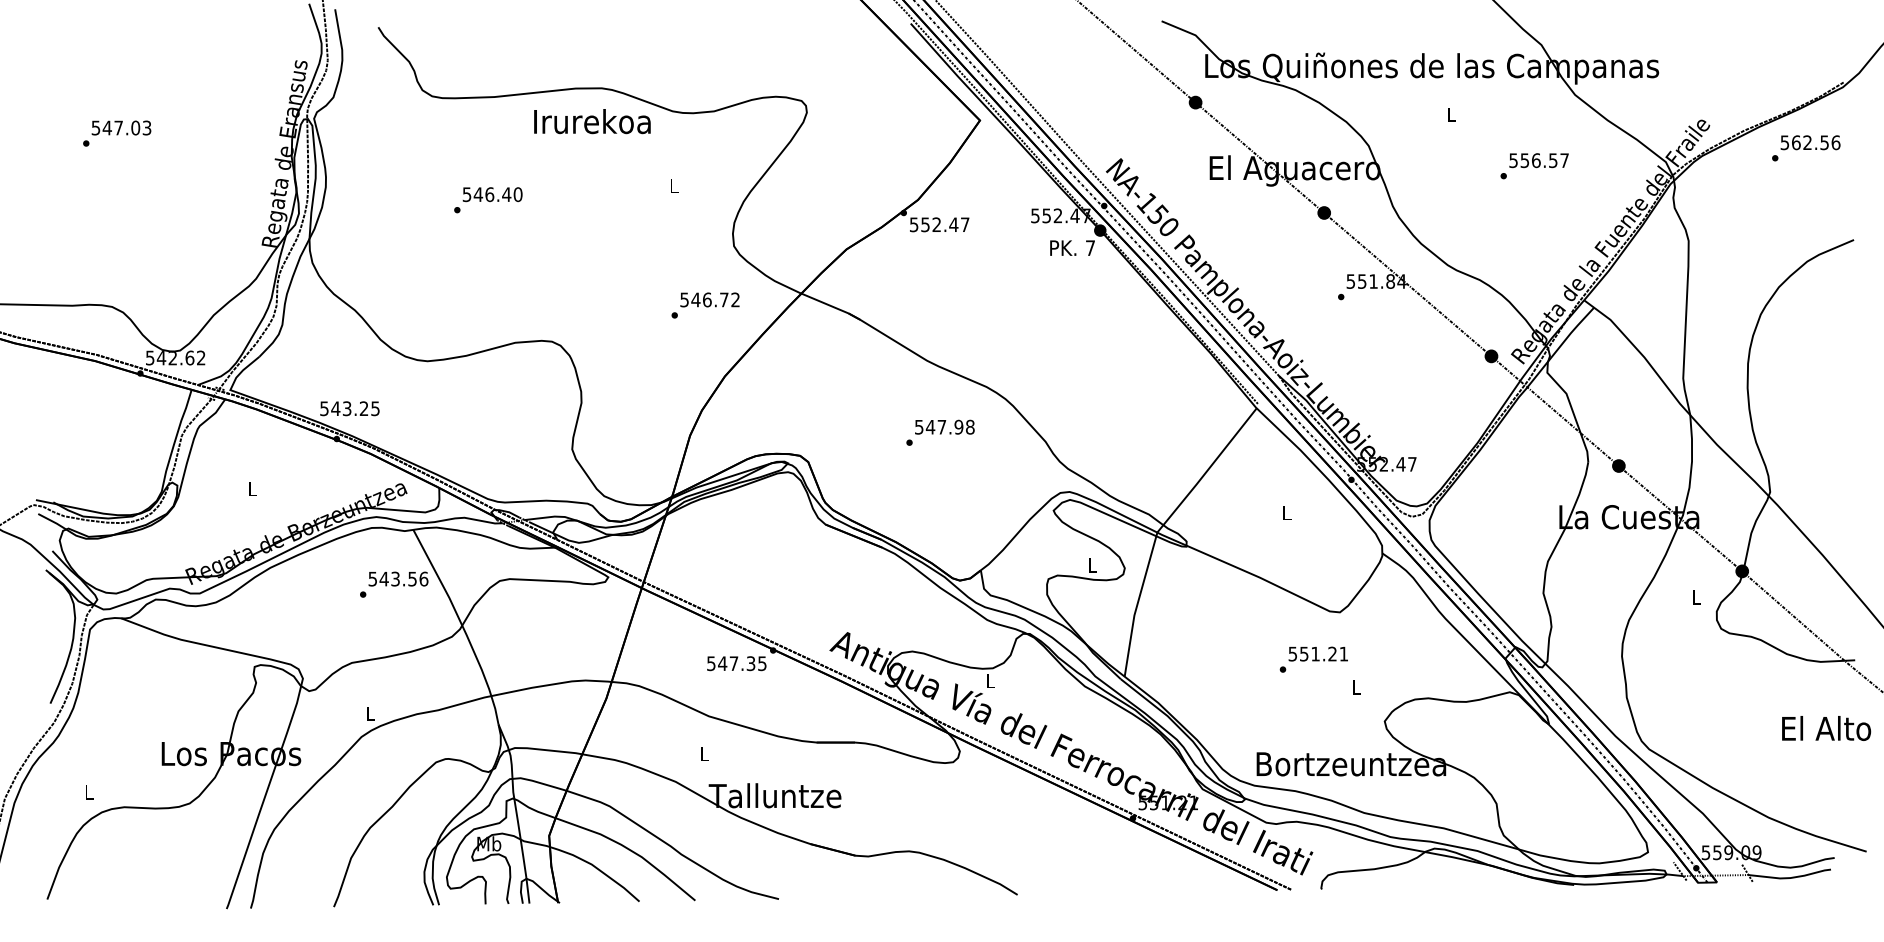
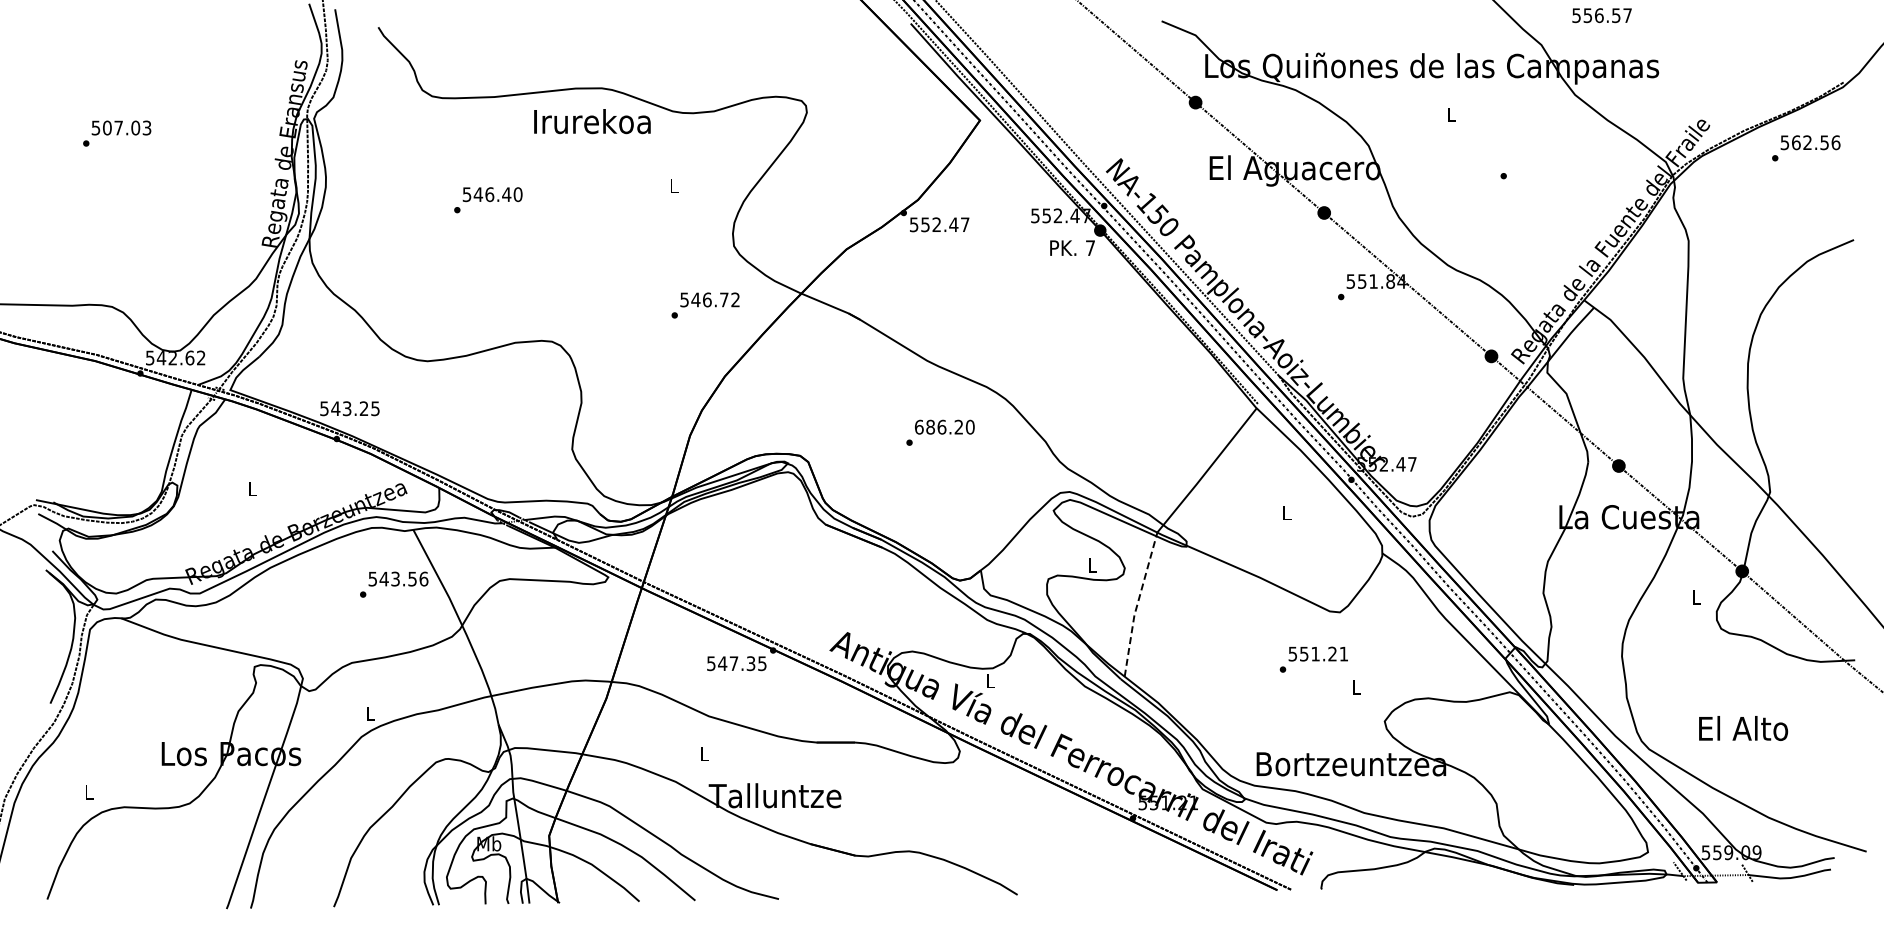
text at (106, 127): 547.03 -> 507.03
text at (1538, 160) position: (1538, 160) -> (1601, 15)
text at (944, 426): 547.98 -> 686.20
line at (1137, 603): solid -> dashed
text at (1826, 728) position: (1826, 728) -> (1743, 728)
